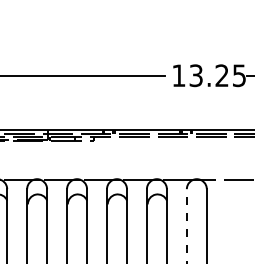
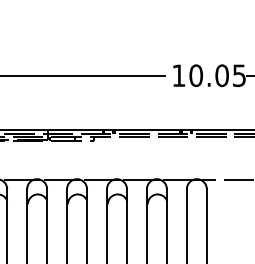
text at (208, 75): 13.25 -> 10.05
line at (186, 226): dashed -> solid
